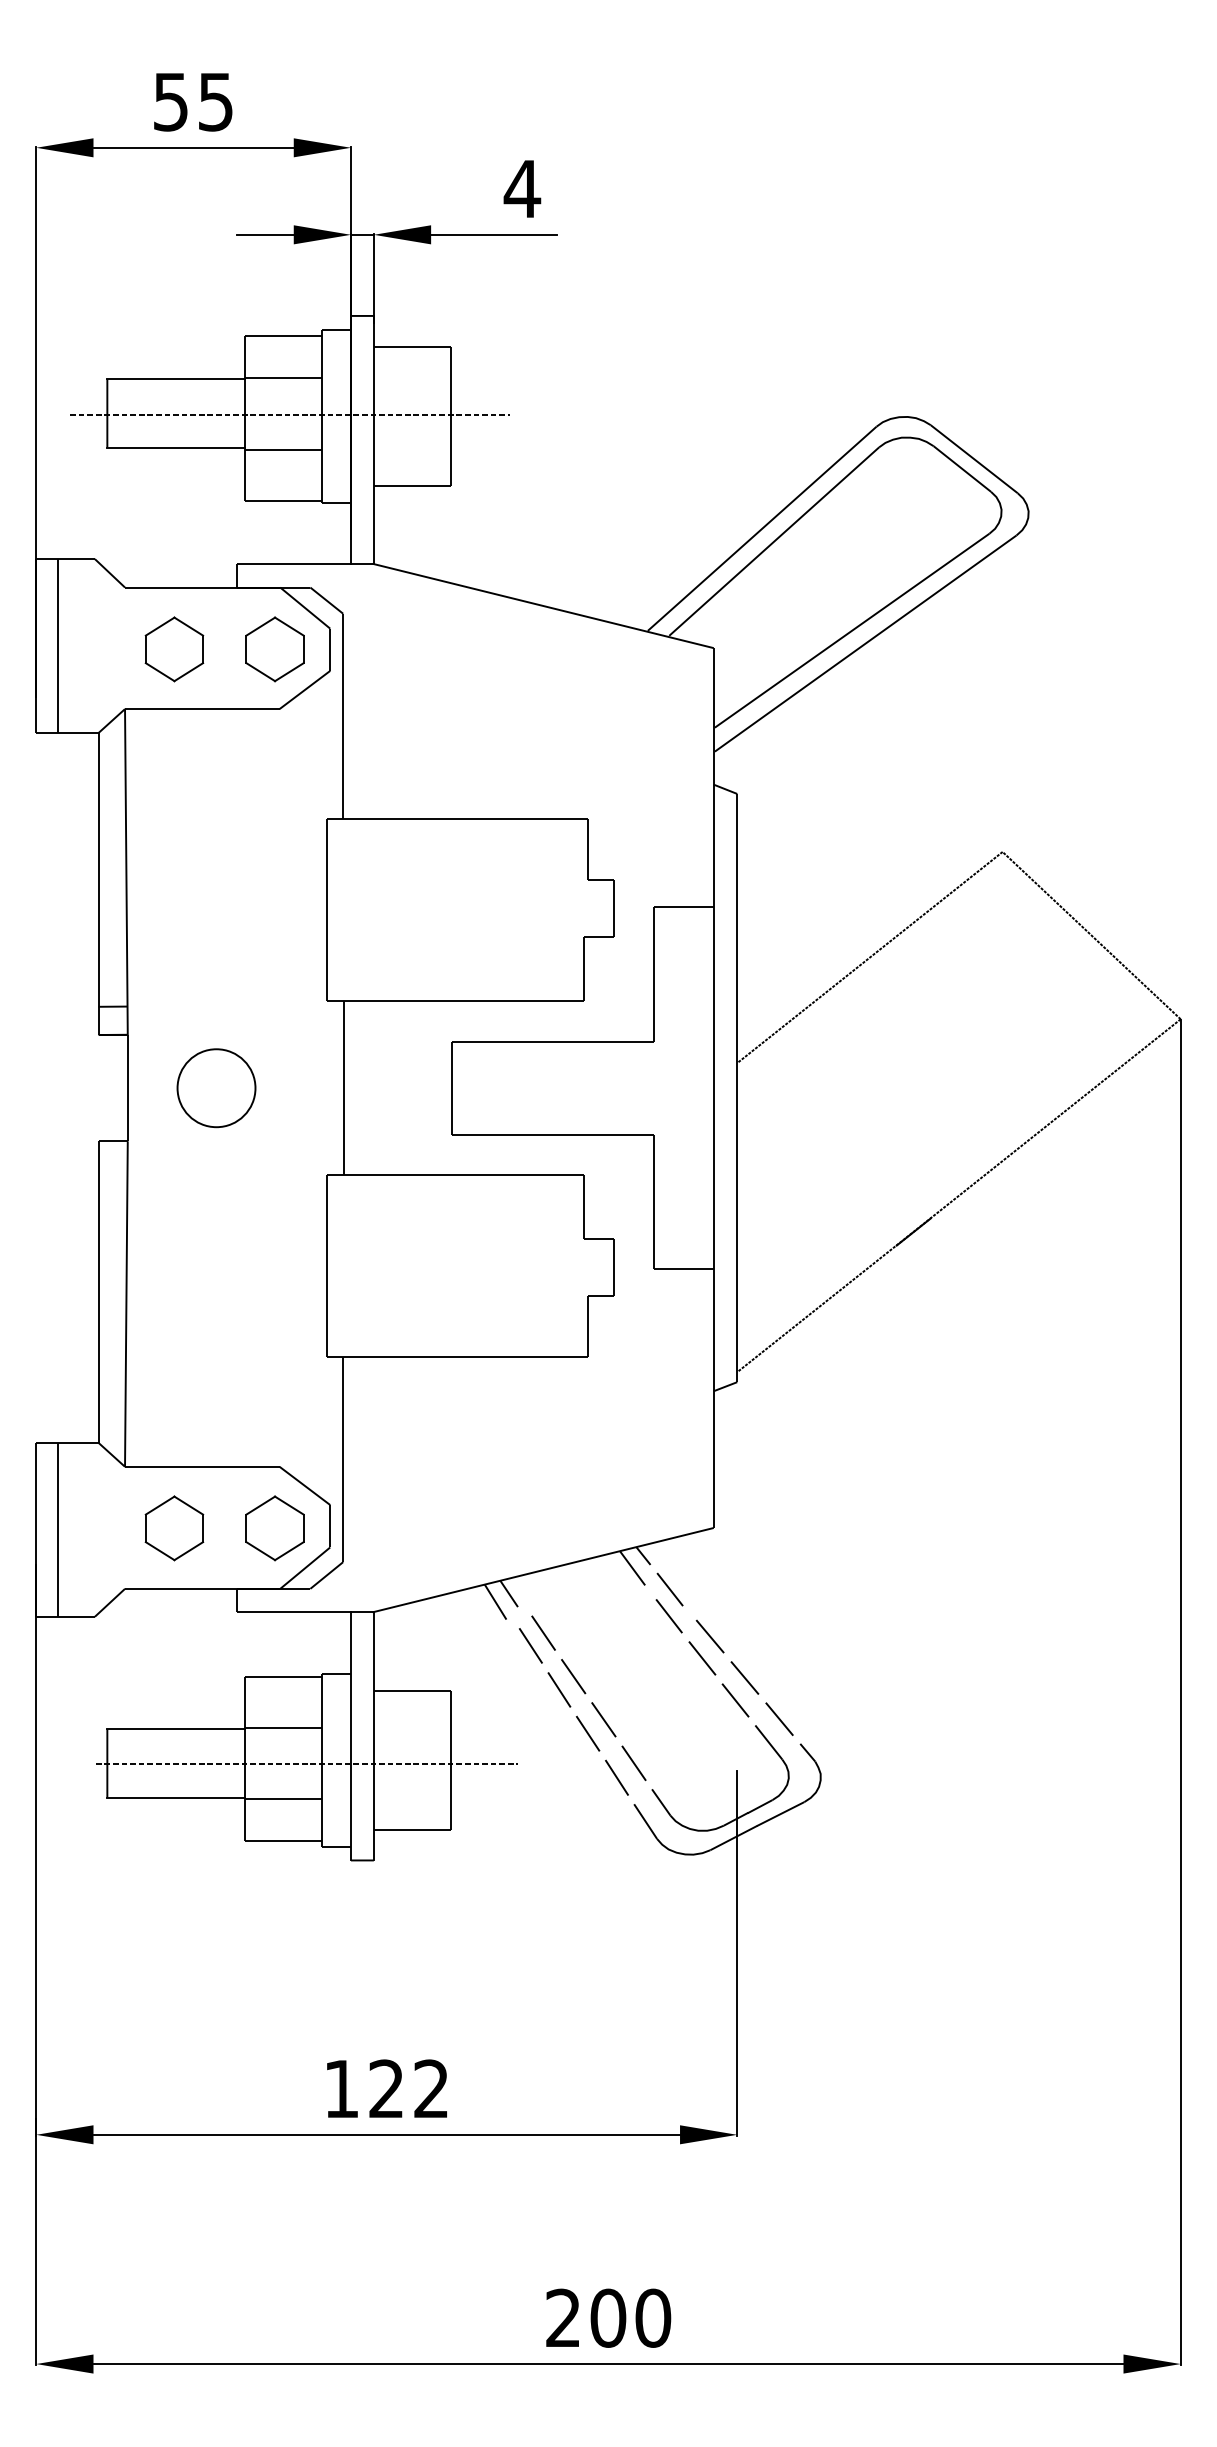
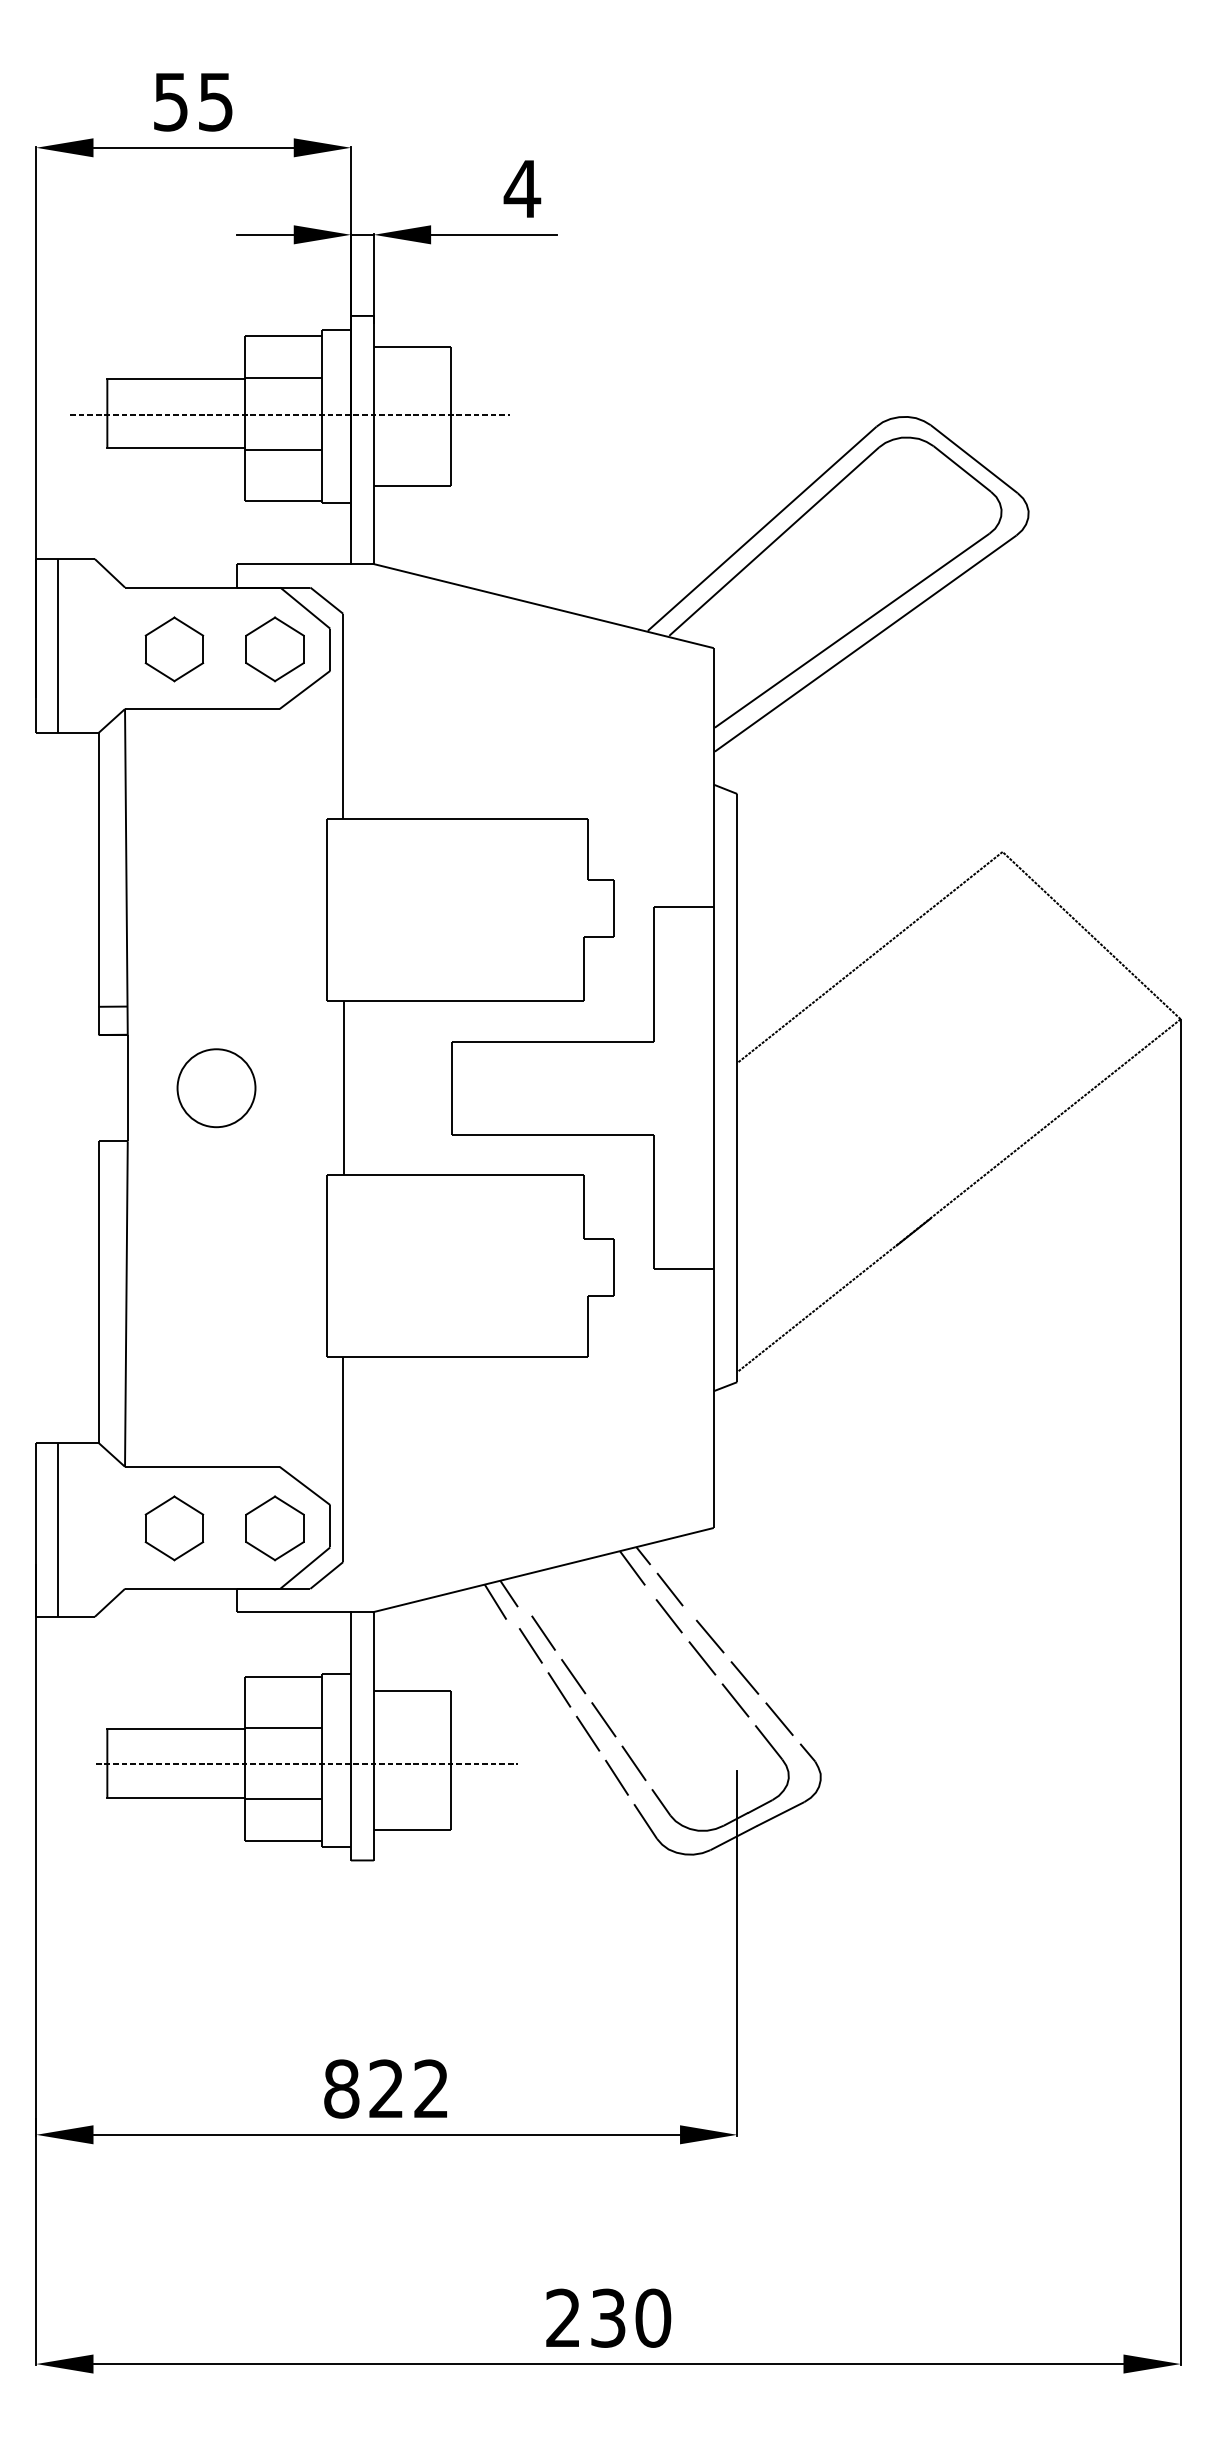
text at (341, 2088): 122 -> 822
text at (608, 2317): 200 -> 230
